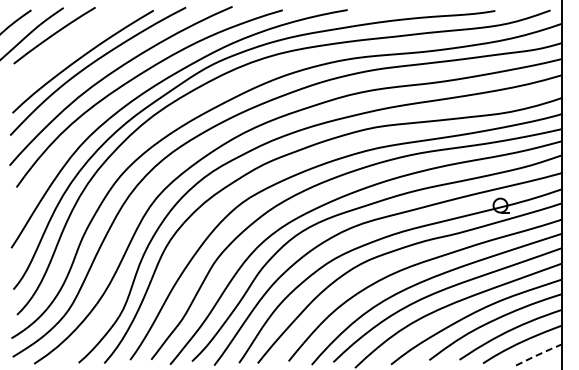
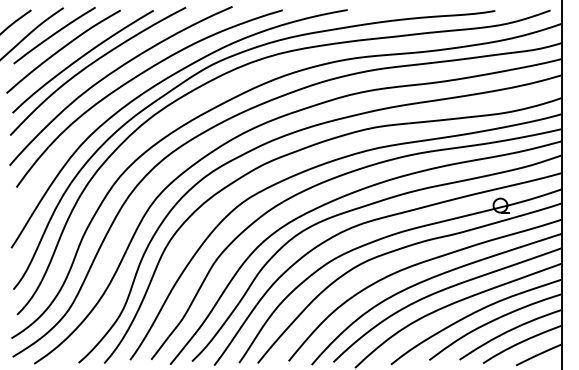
curve at (62, 49): none -> present
line at (539, 354): dashed -> solid
